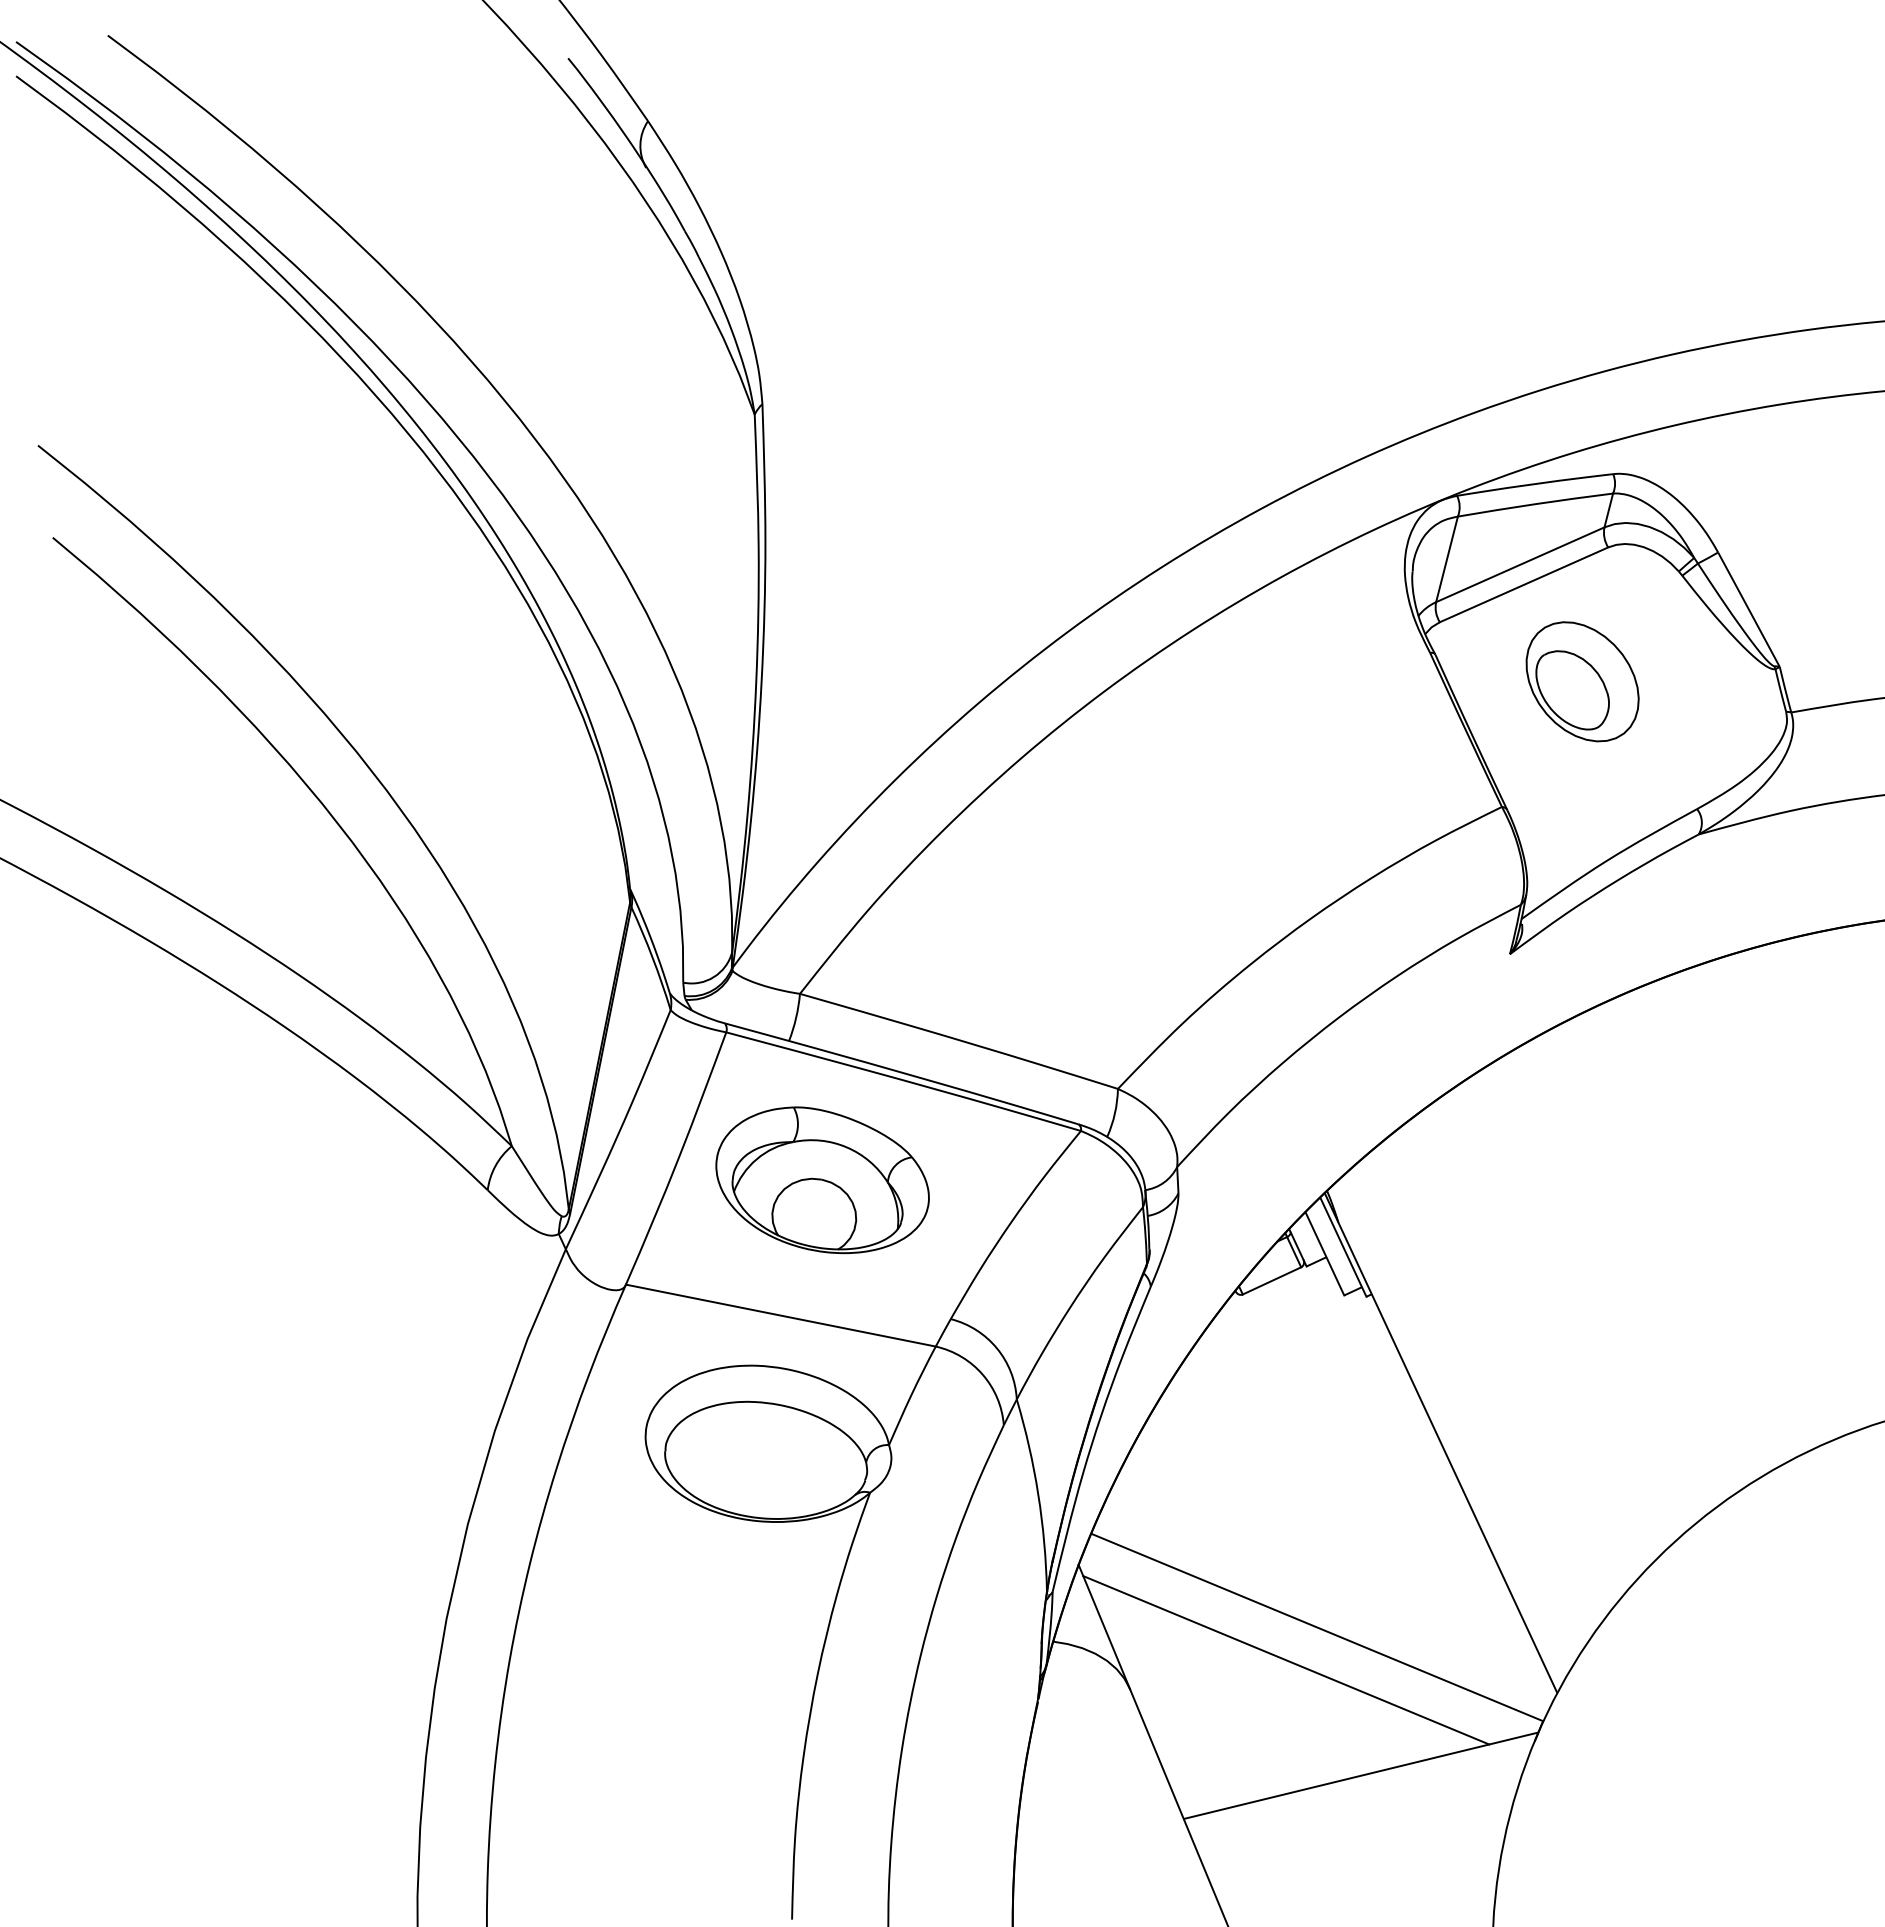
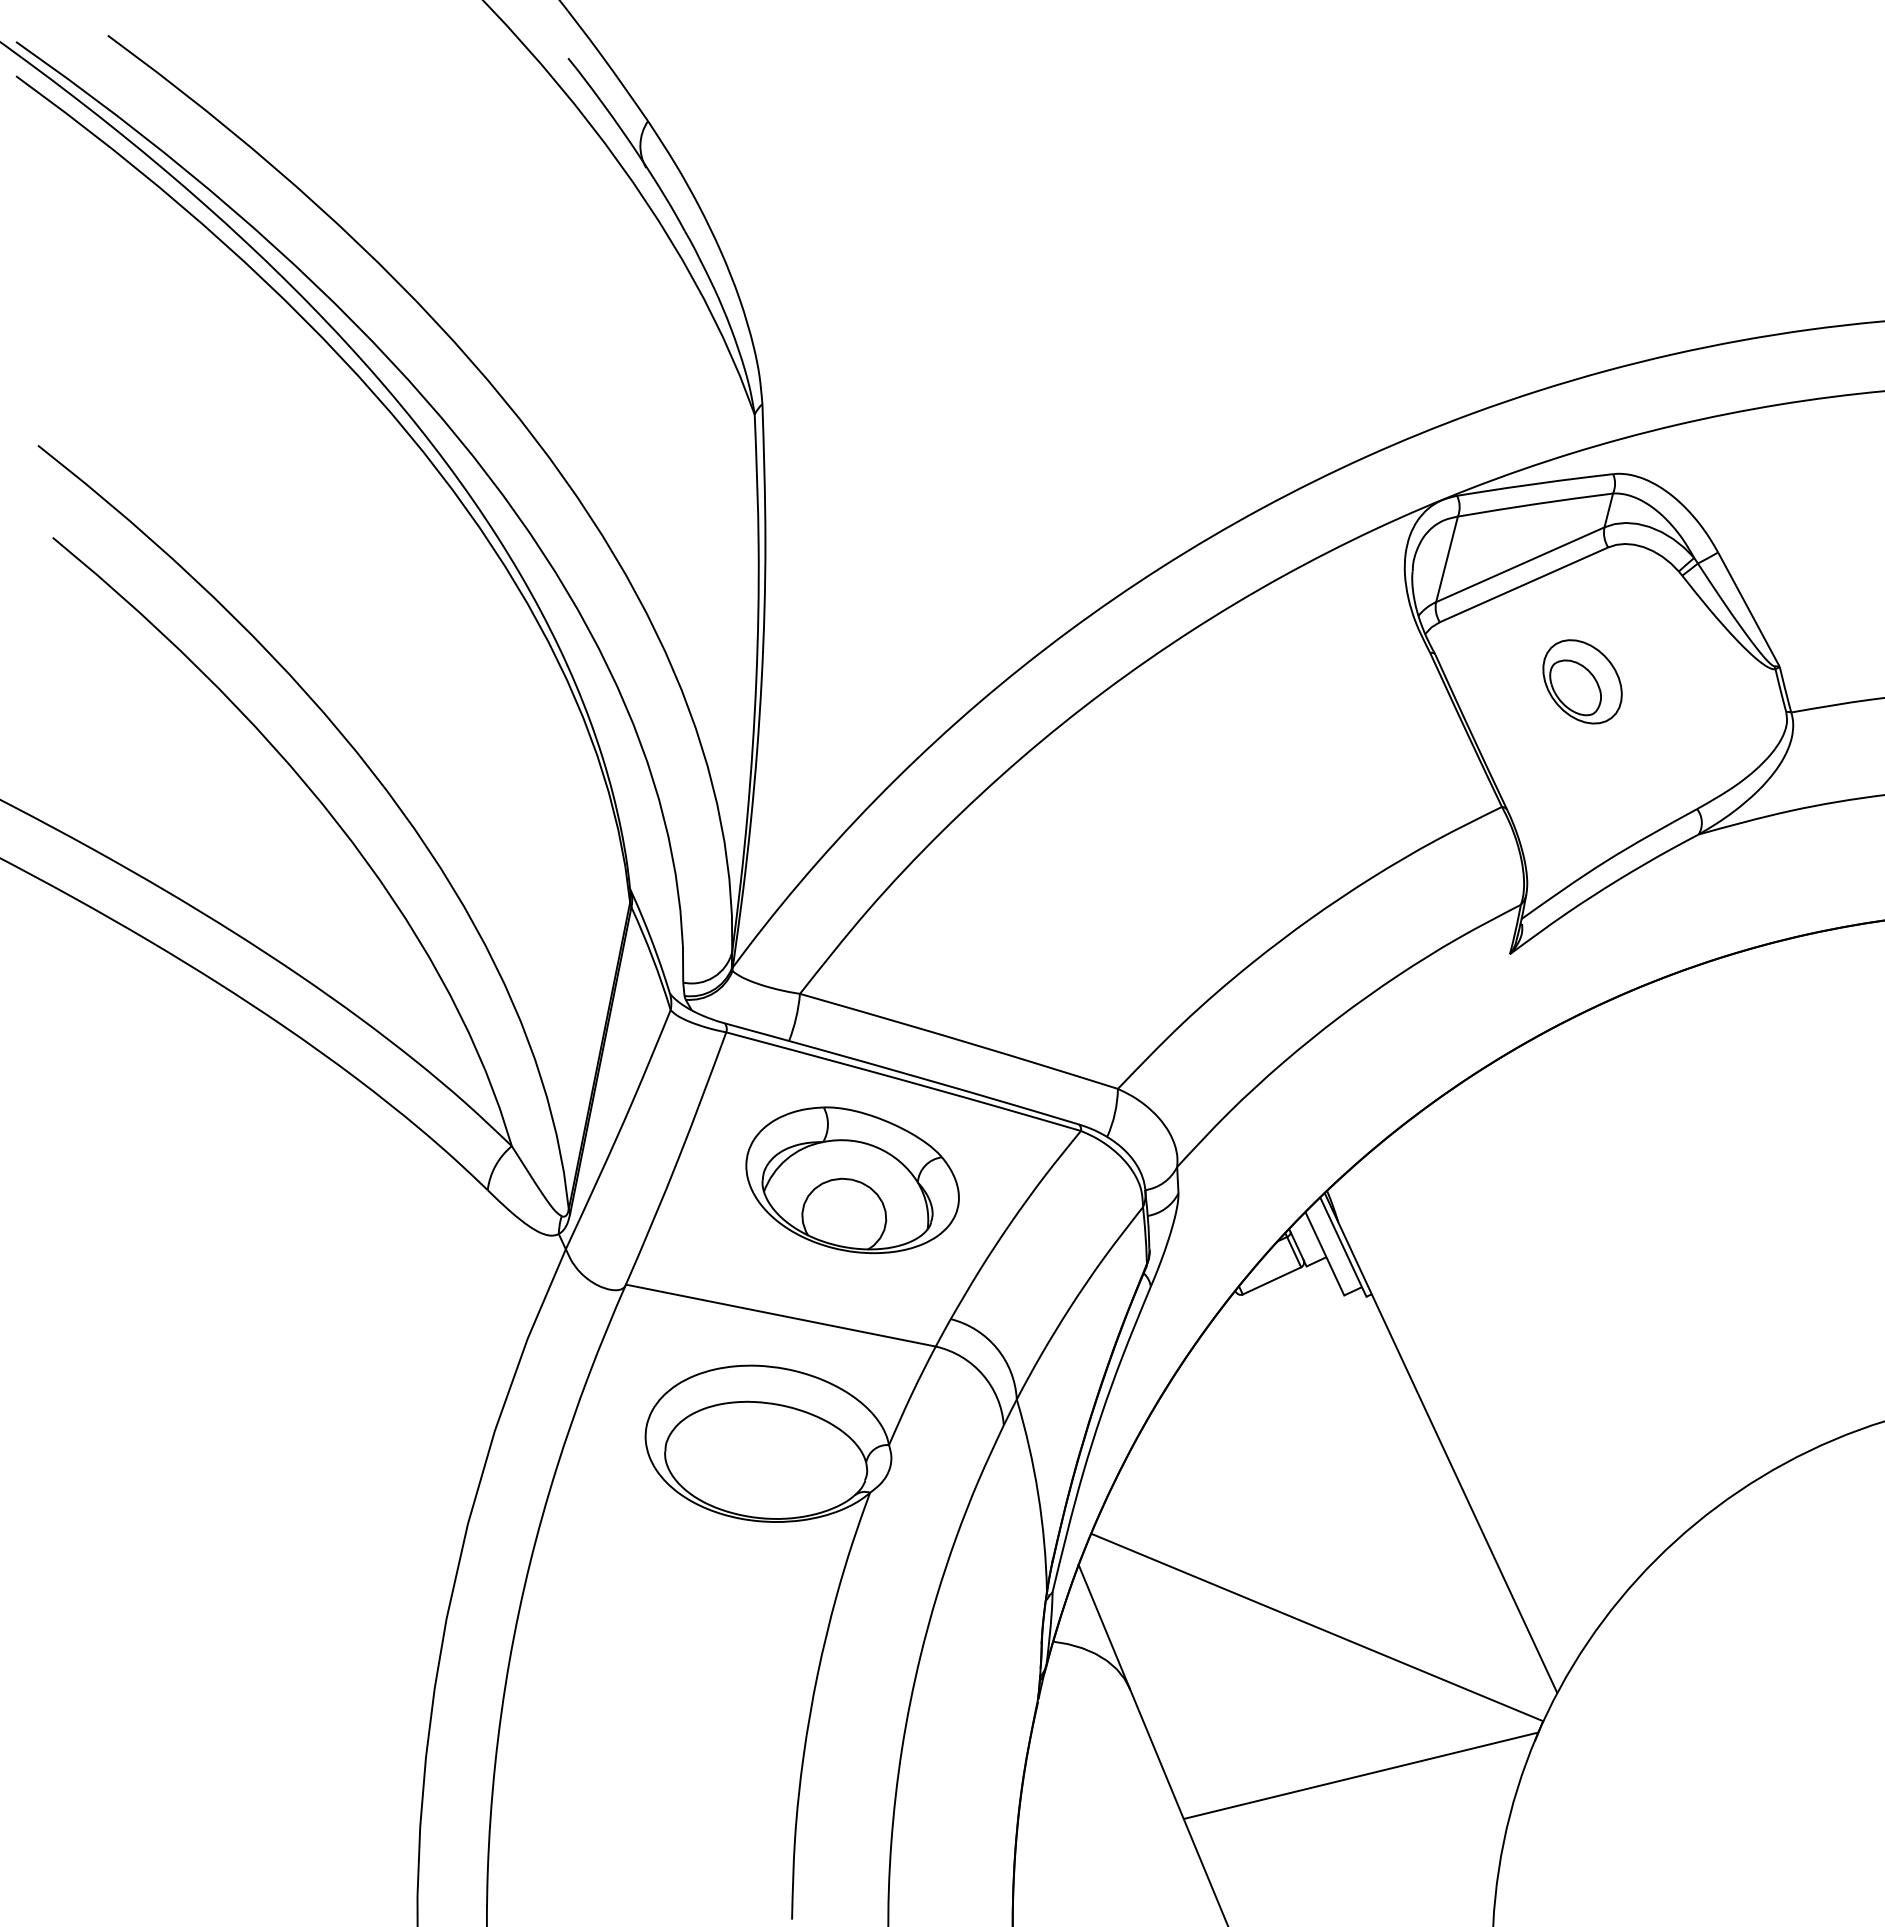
part at (1582, 681) size: 115x122 px -> 81x86 px
part at (822, 1180) position: (822, 1180) -> (852, 1180)
line at (1286, 1660): present -> none
